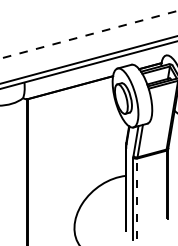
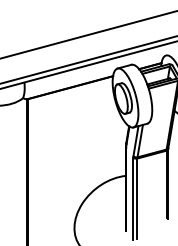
line at (88, 34): dashed -> solid
line at (137, 198): dashed -> solid
